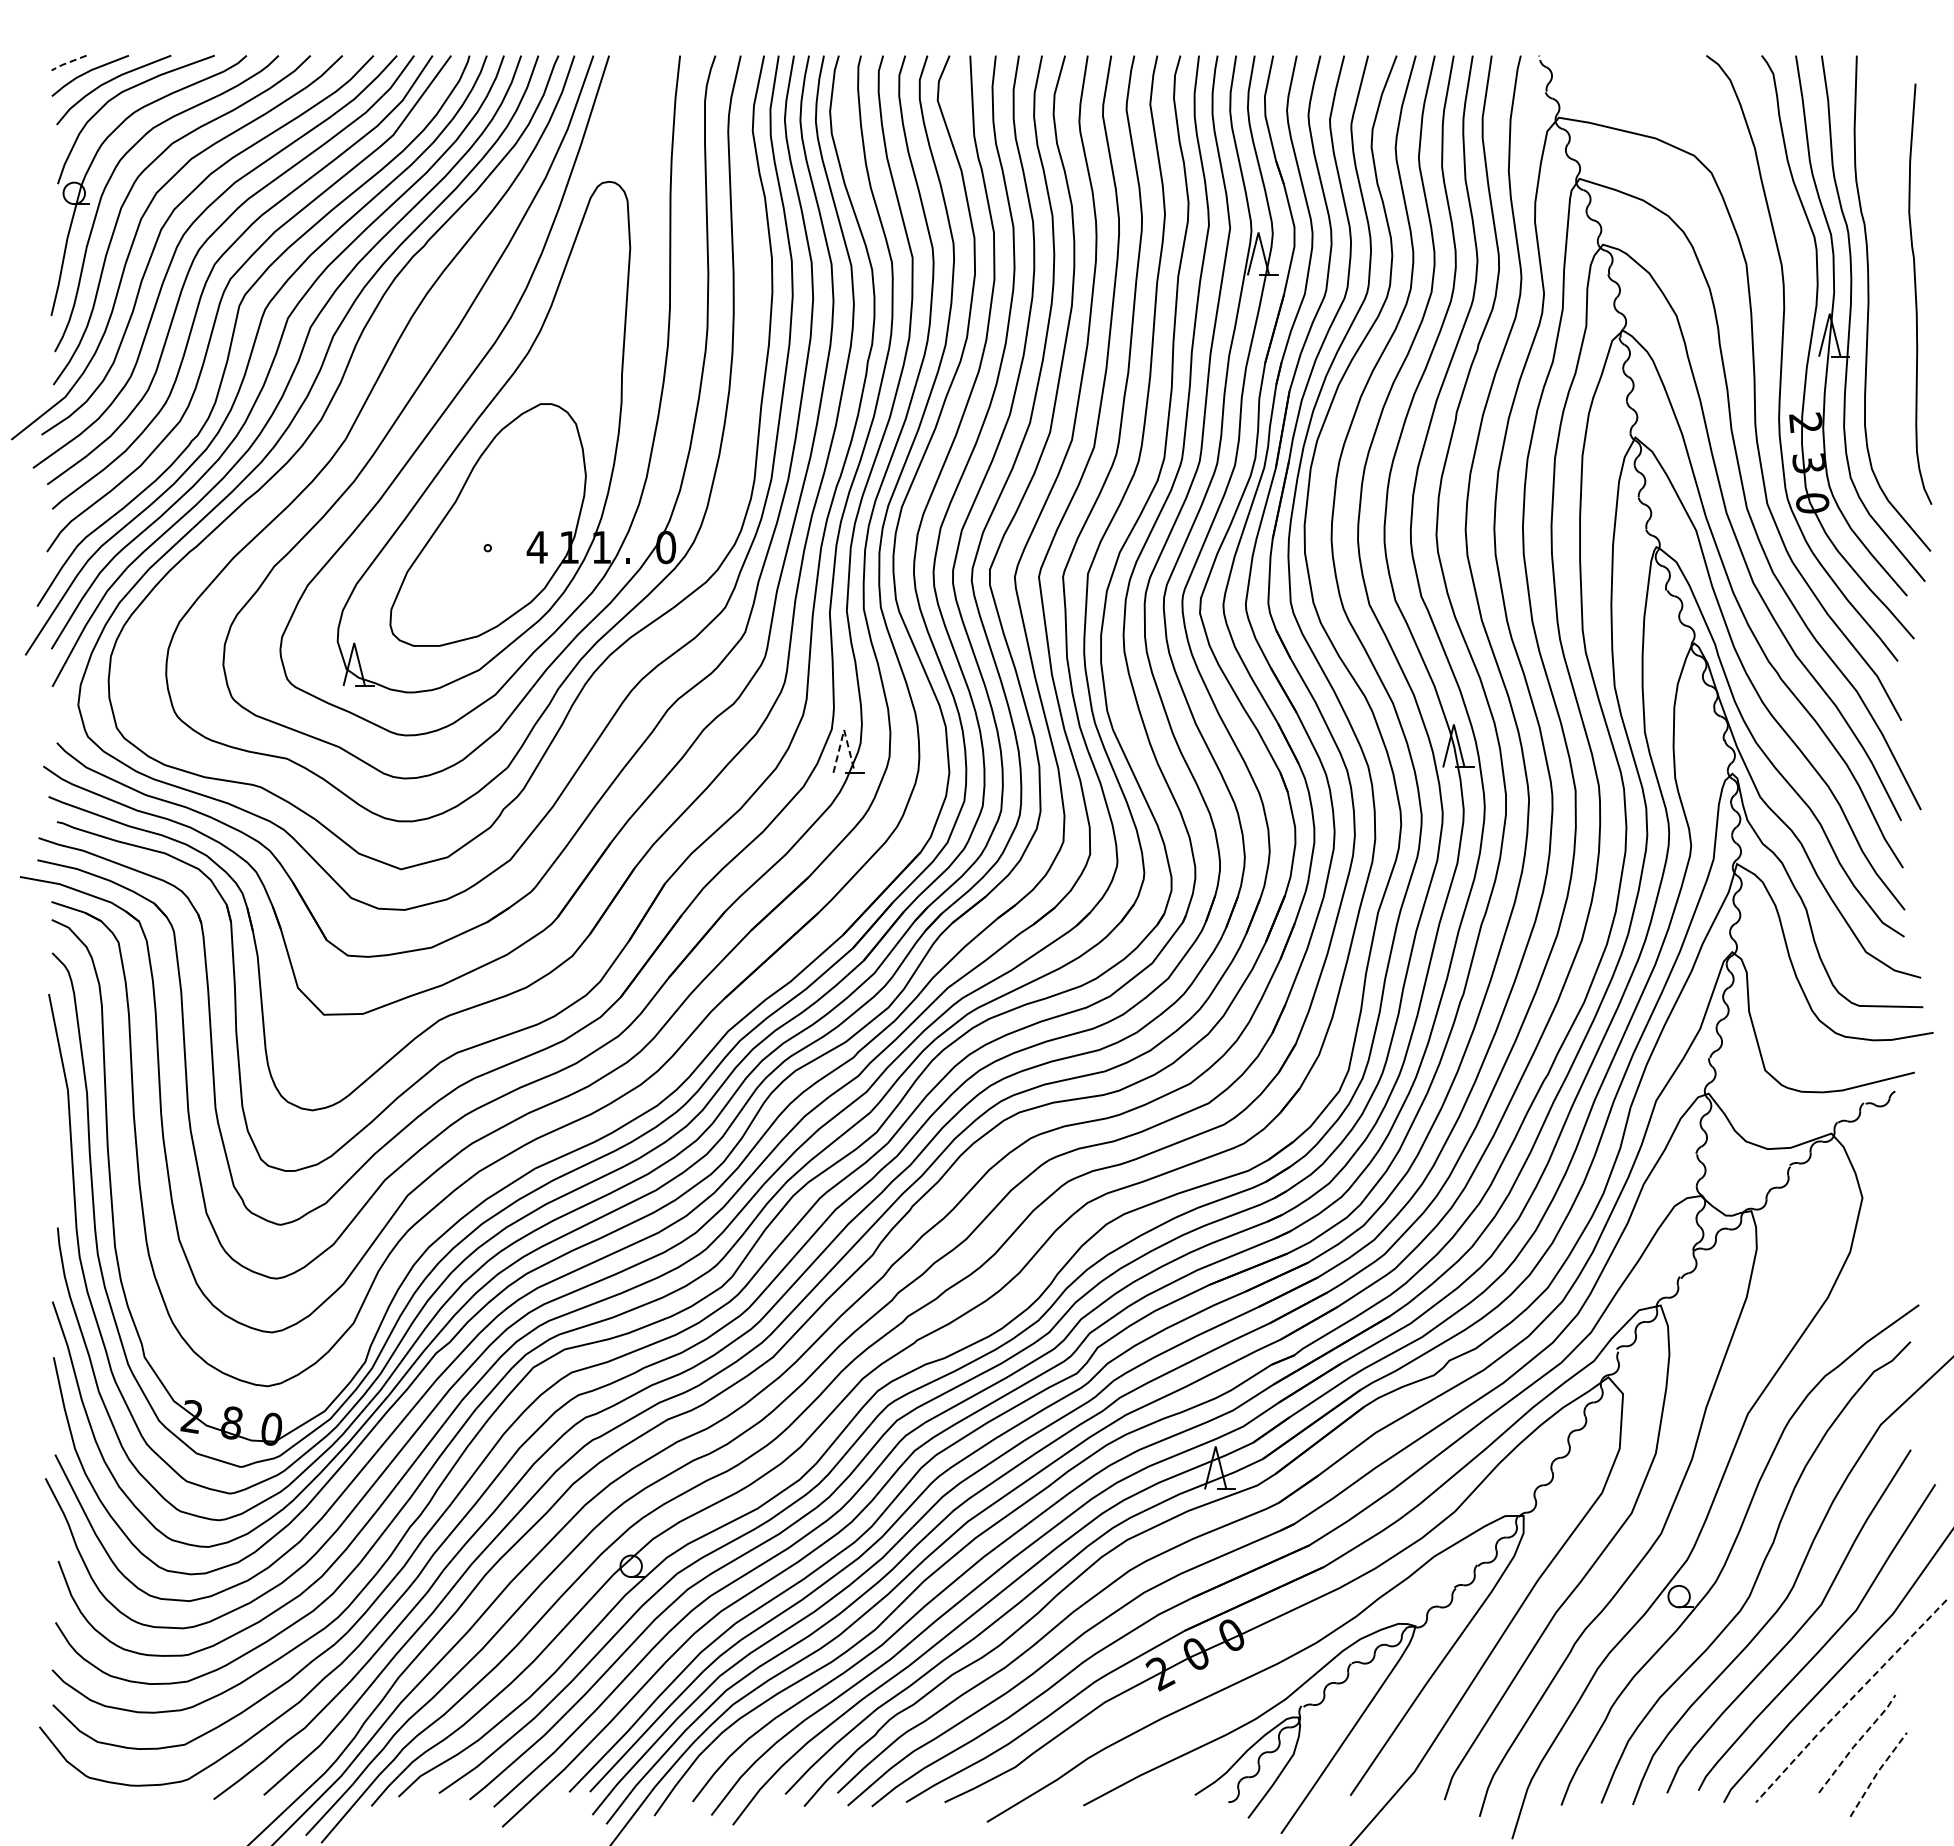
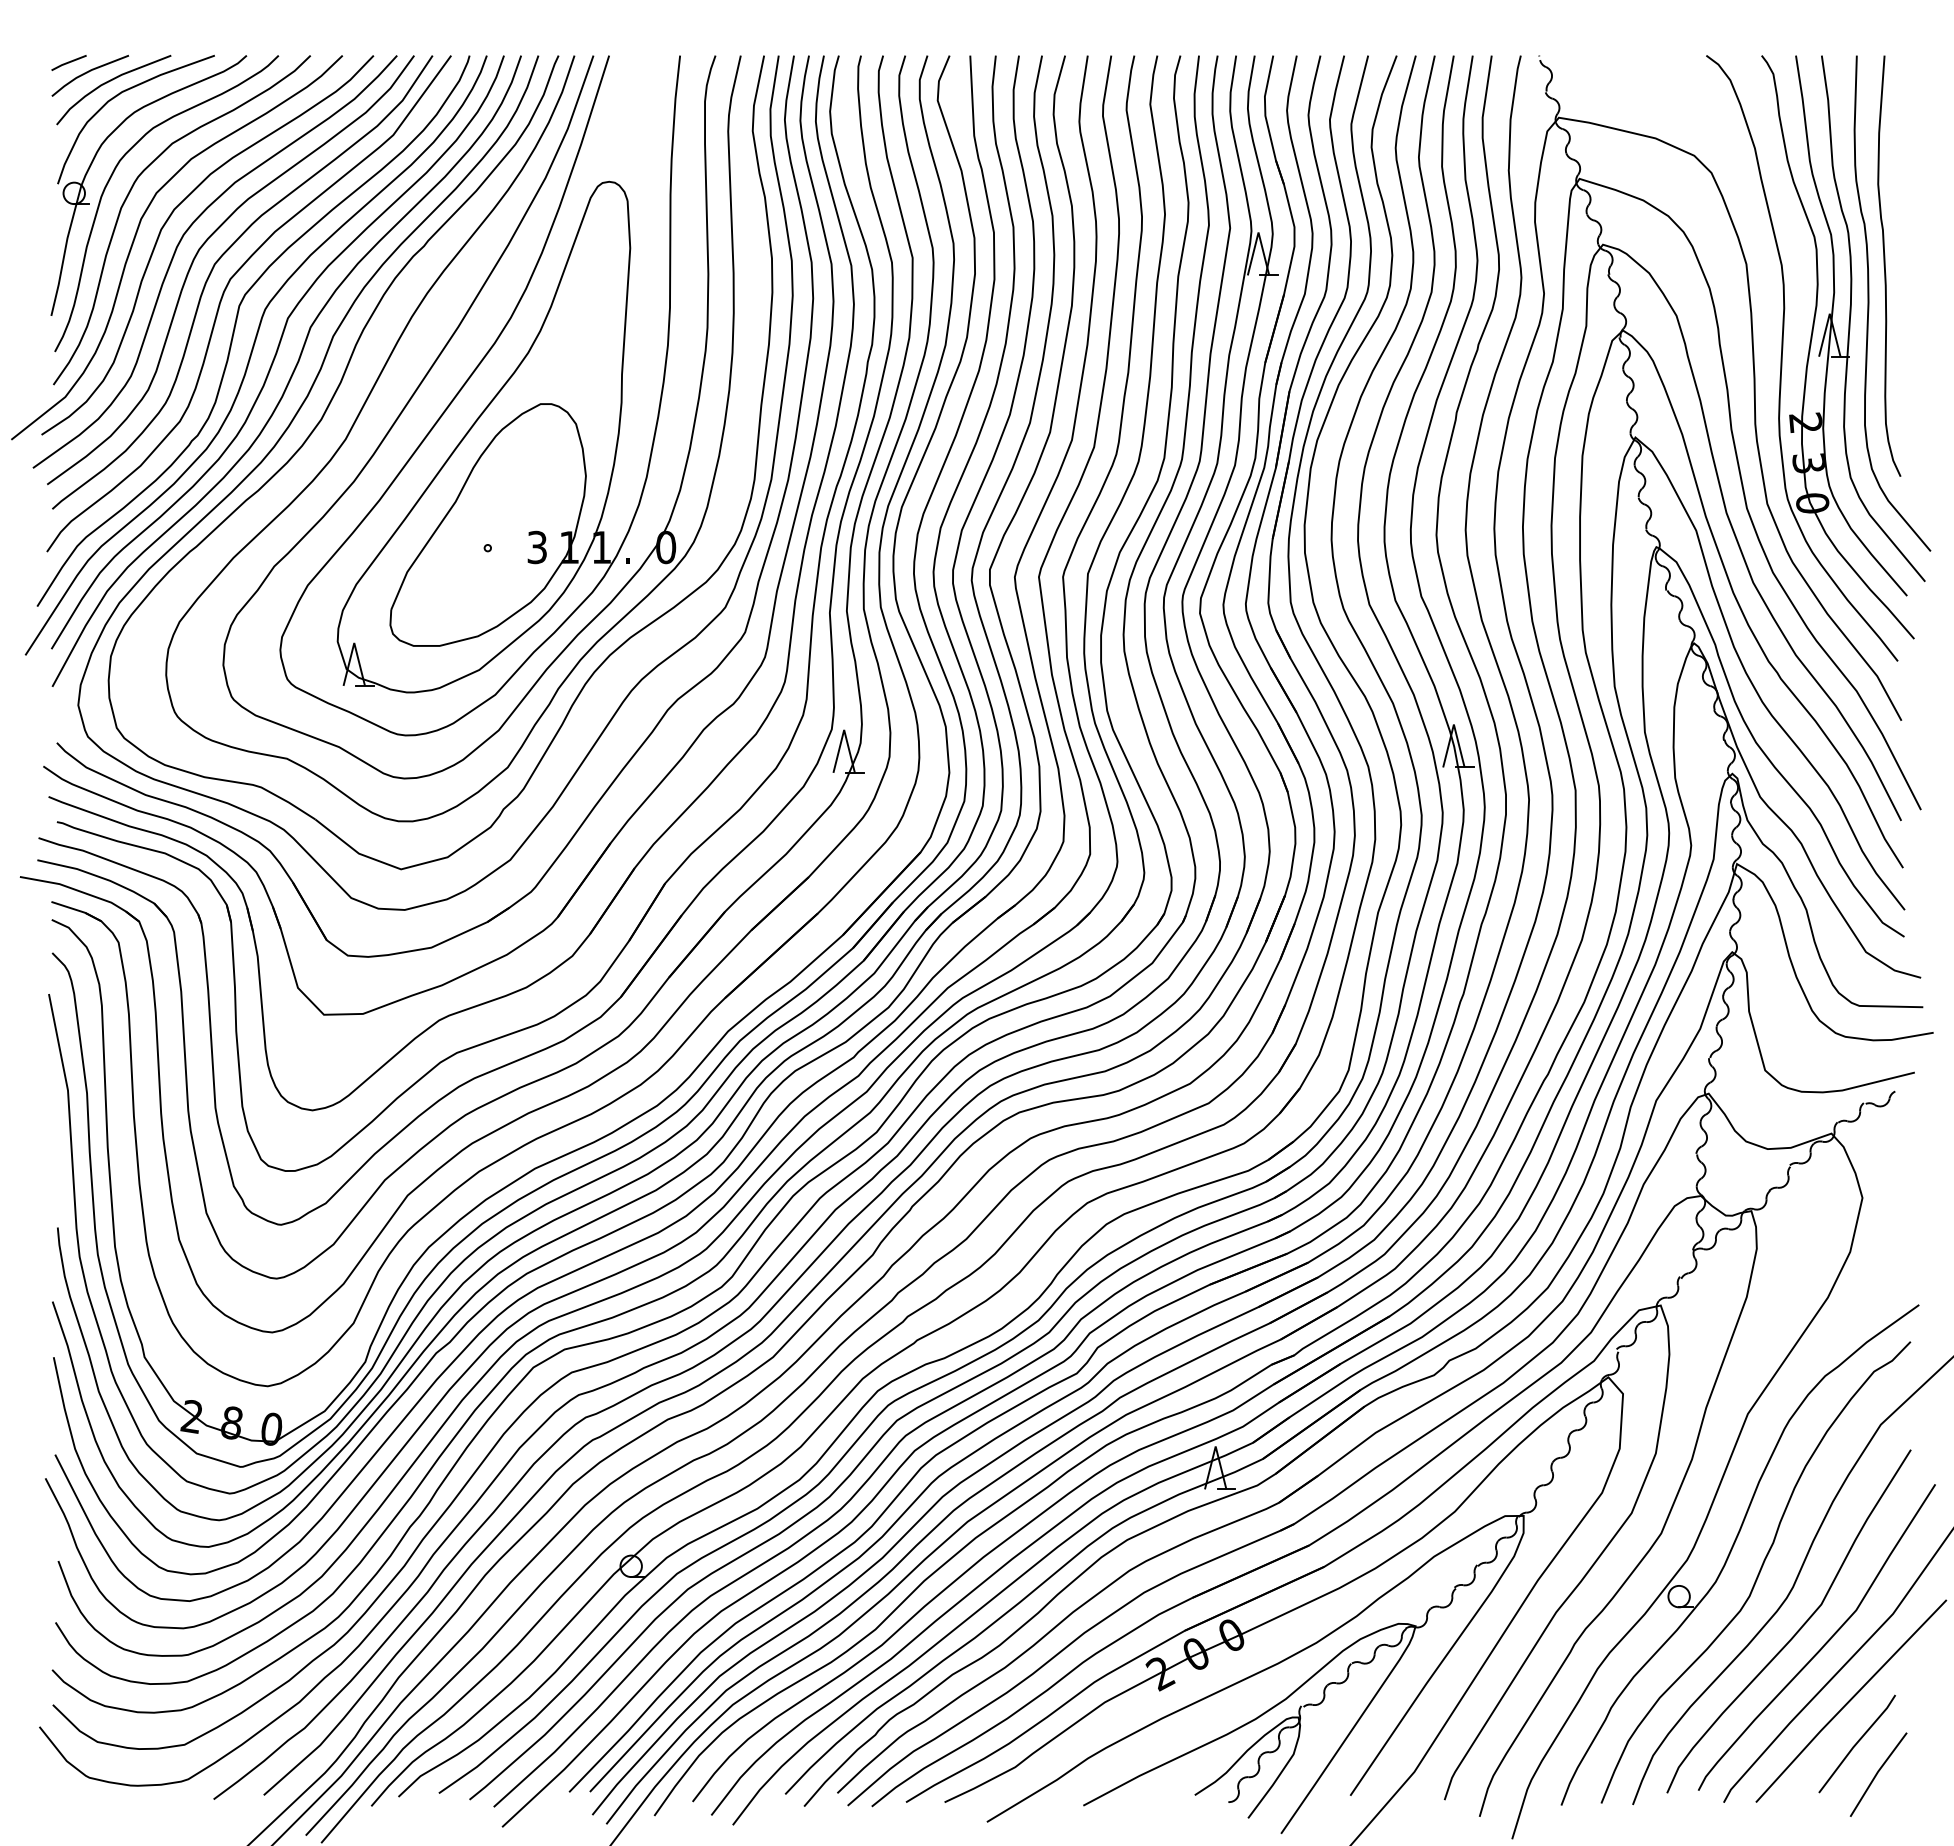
line at (68, 62): dashed -> solid
curve at (1916, 293) position: (1916, 293) -> (1885, 265)
text at (536, 547): 4 -> 3
line at (844, 729): dashed -> solid
line at (1849, 1700): dashed -> solid
line at (1856, 1743): dashed -> solid
line at (1877, 1772): dashed -> solid
